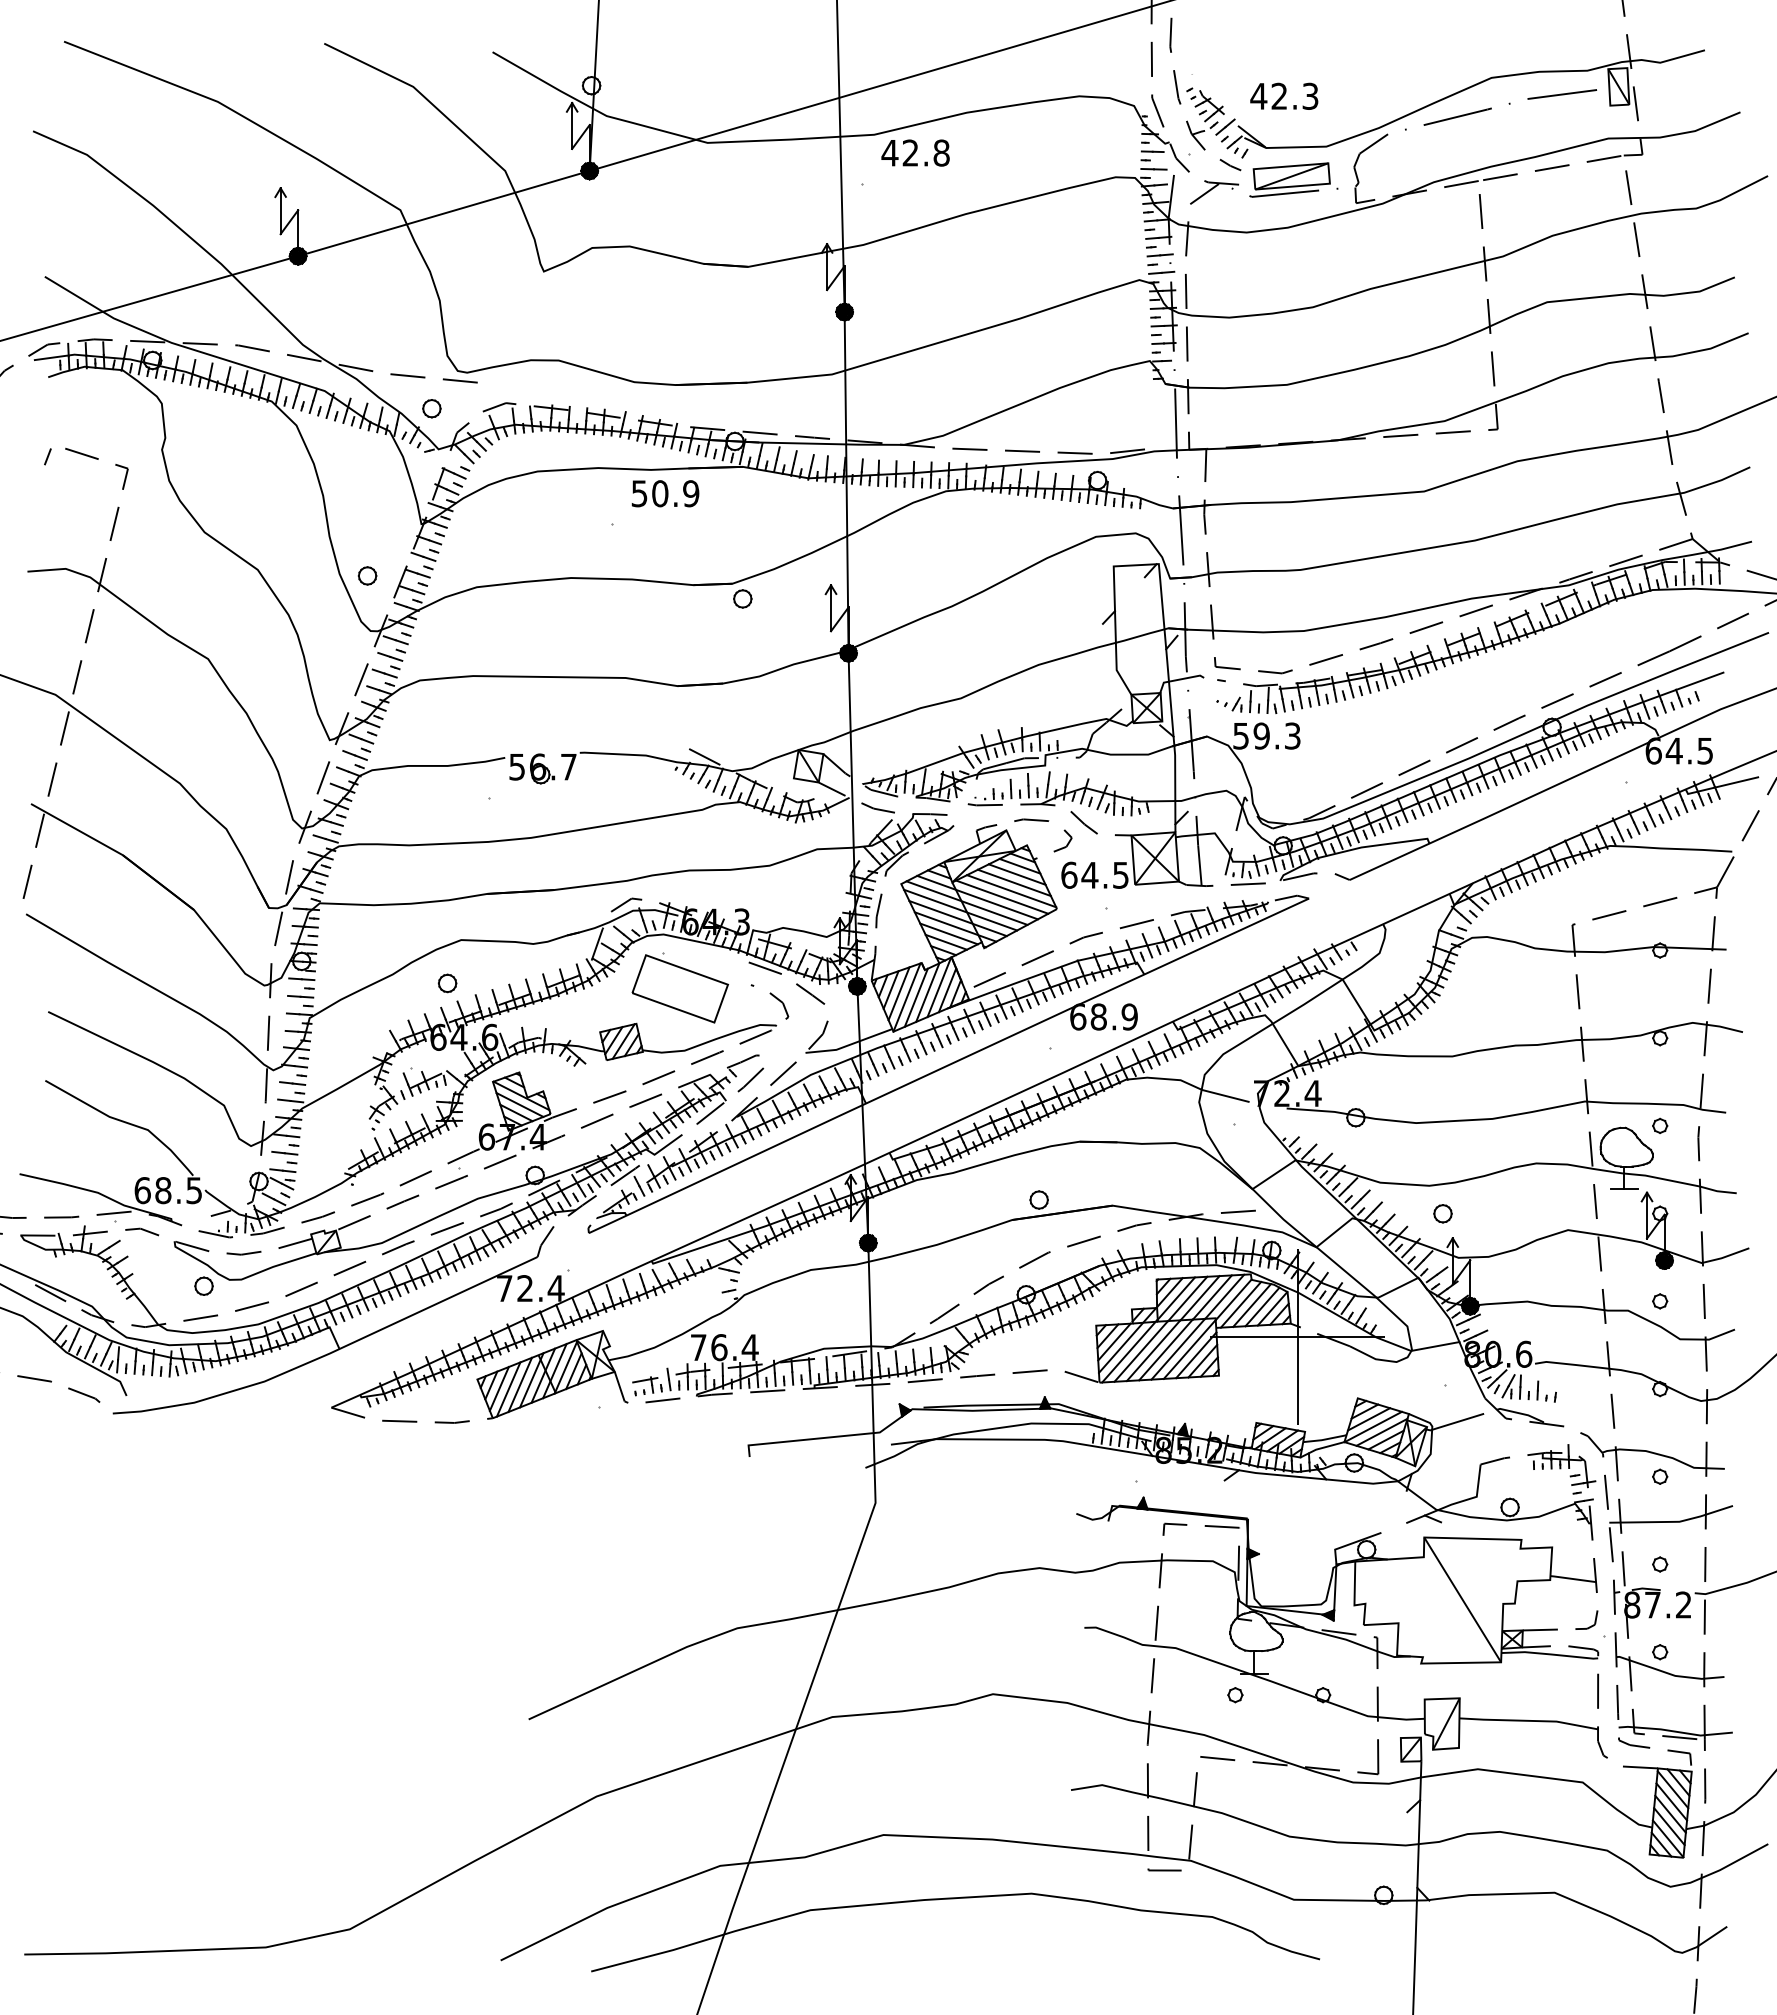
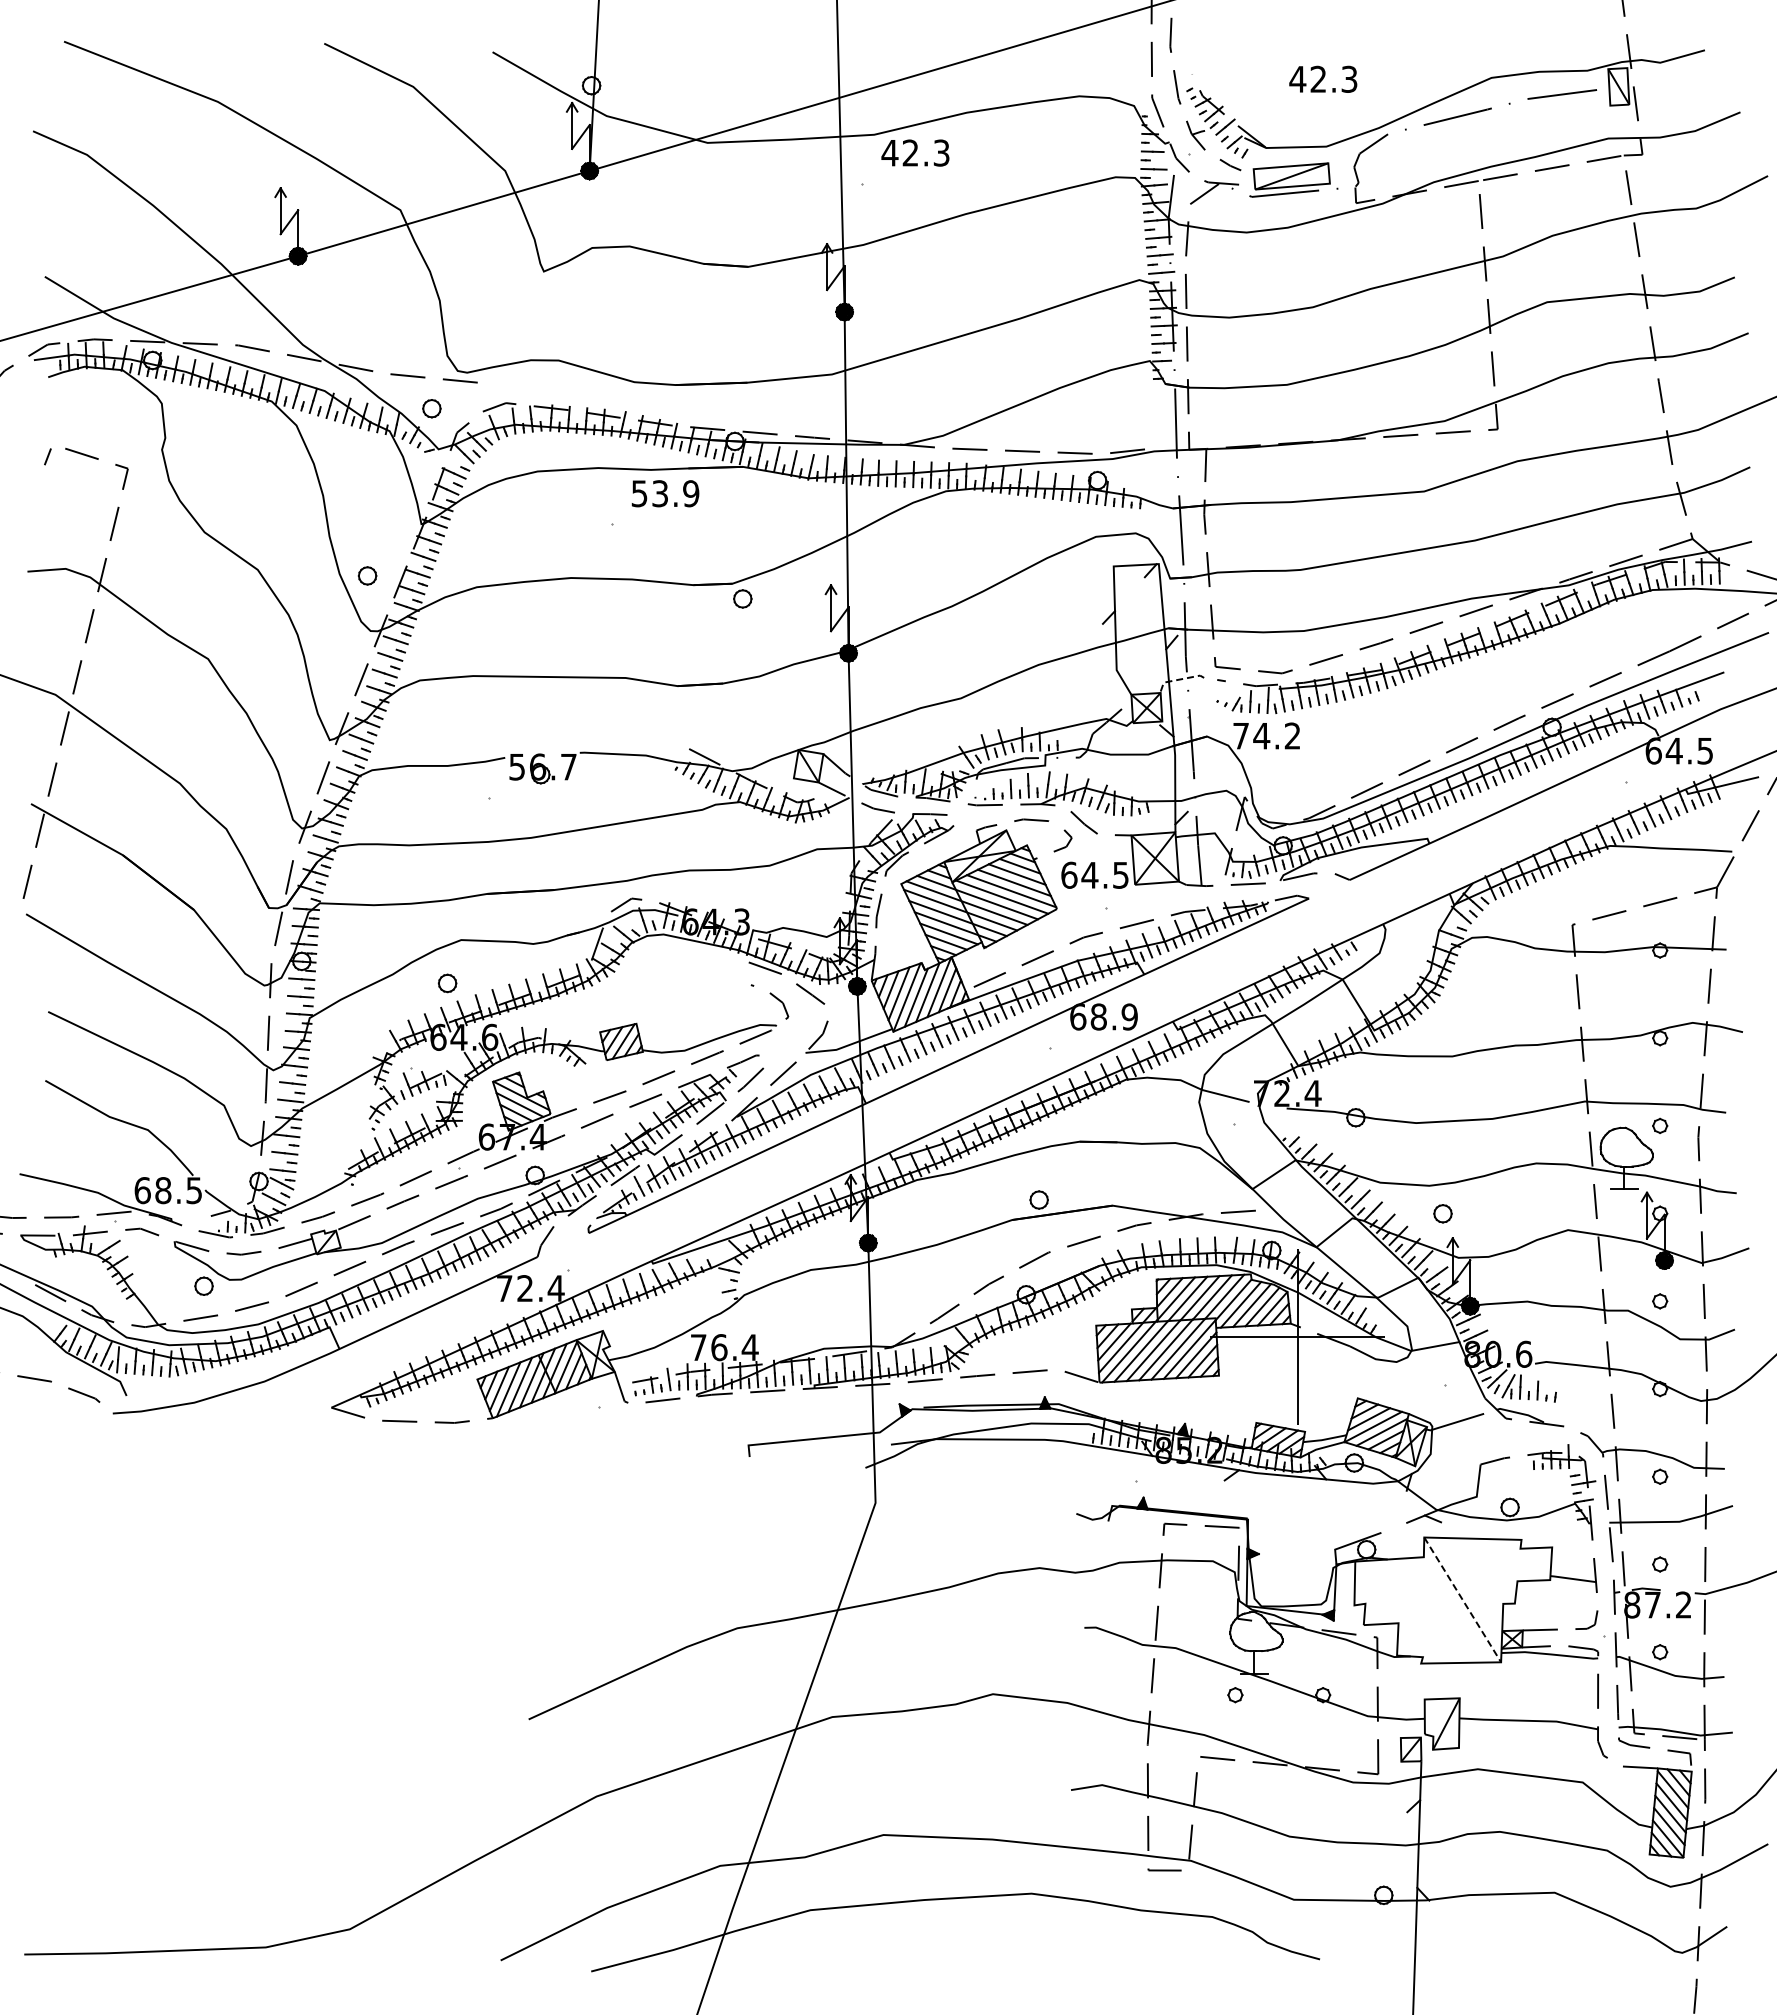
text at (1284, 95) position: (1284, 95) -> (1323, 78)
text at (941, 152): 42.8 -> 42.3
text at (660, 493): 50.9 -> 53.9
line at (1178, 679): solid -> dashed
text at (1266, 735): 59.3 -> 74.2
part at (679, 987): present -> none
line at (1462, 1600): solid -> dashed
